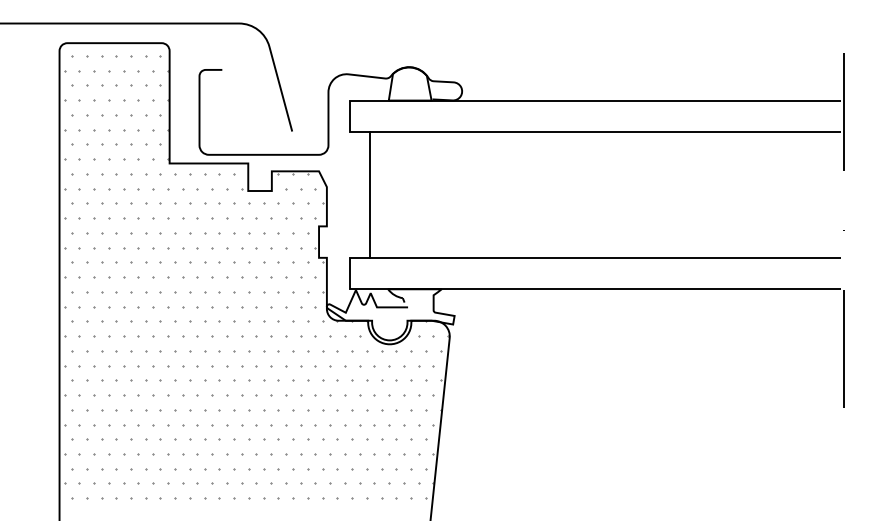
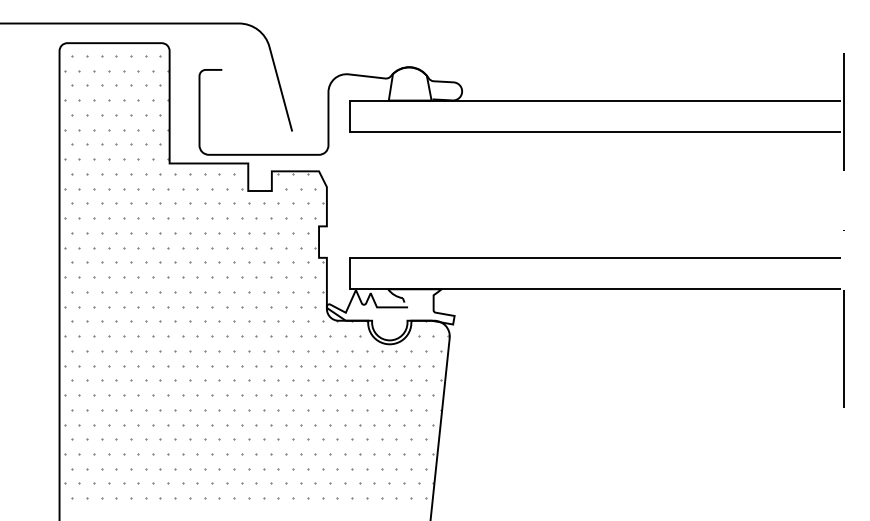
line at (370, 194): present -> none
